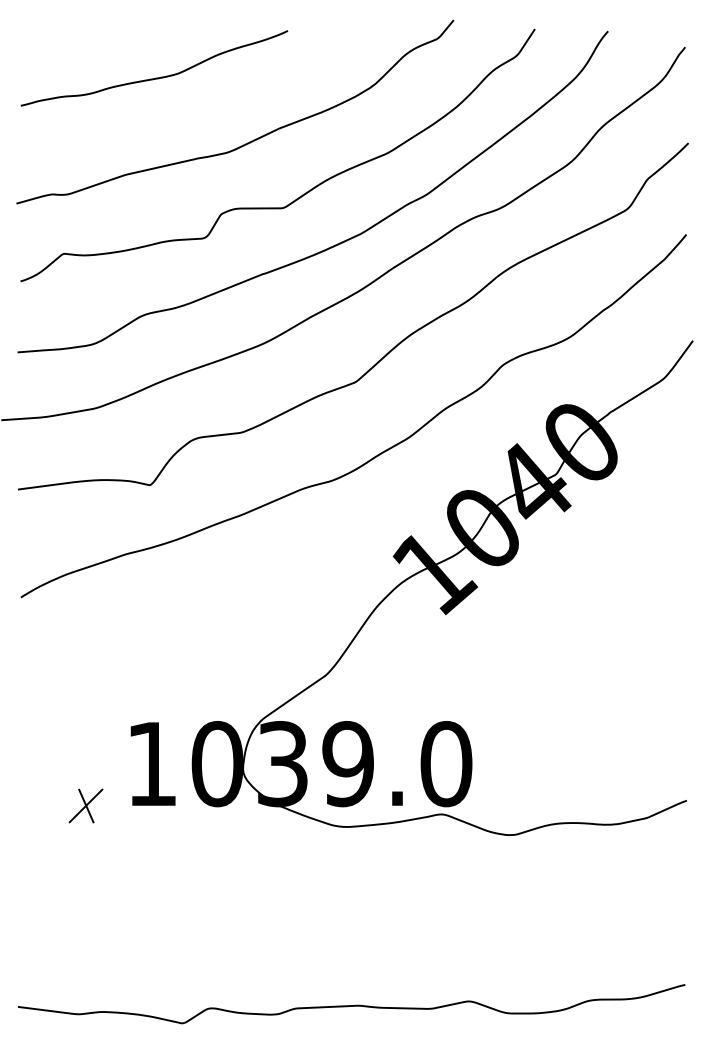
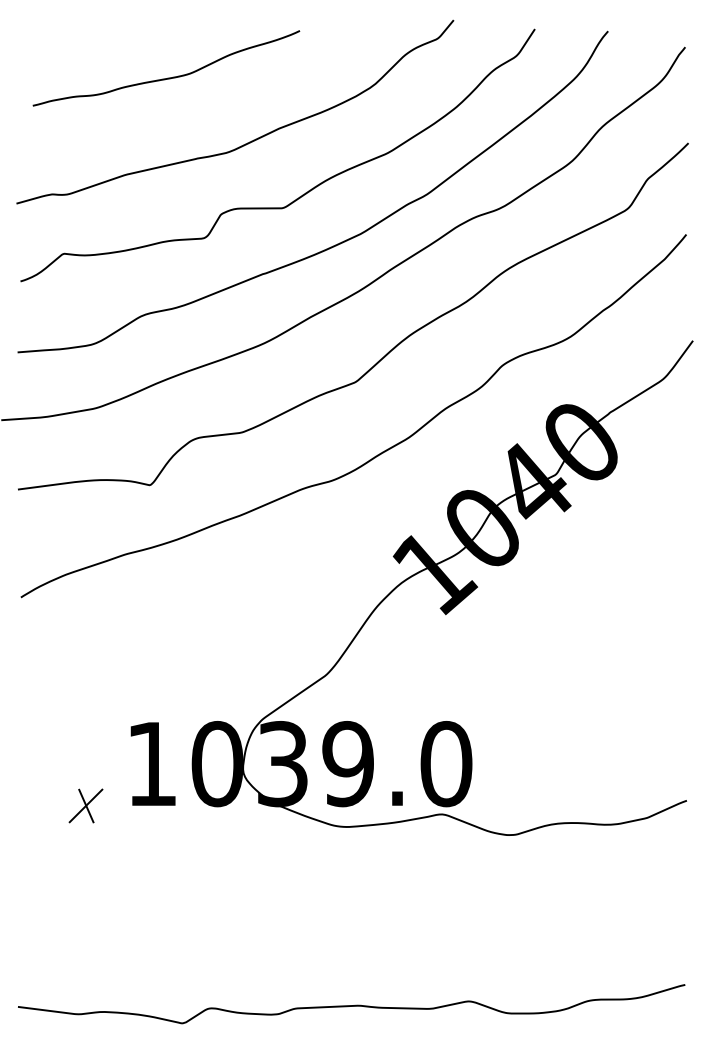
curve at (155, 77) position: (155, 77) -> (167, 77)
